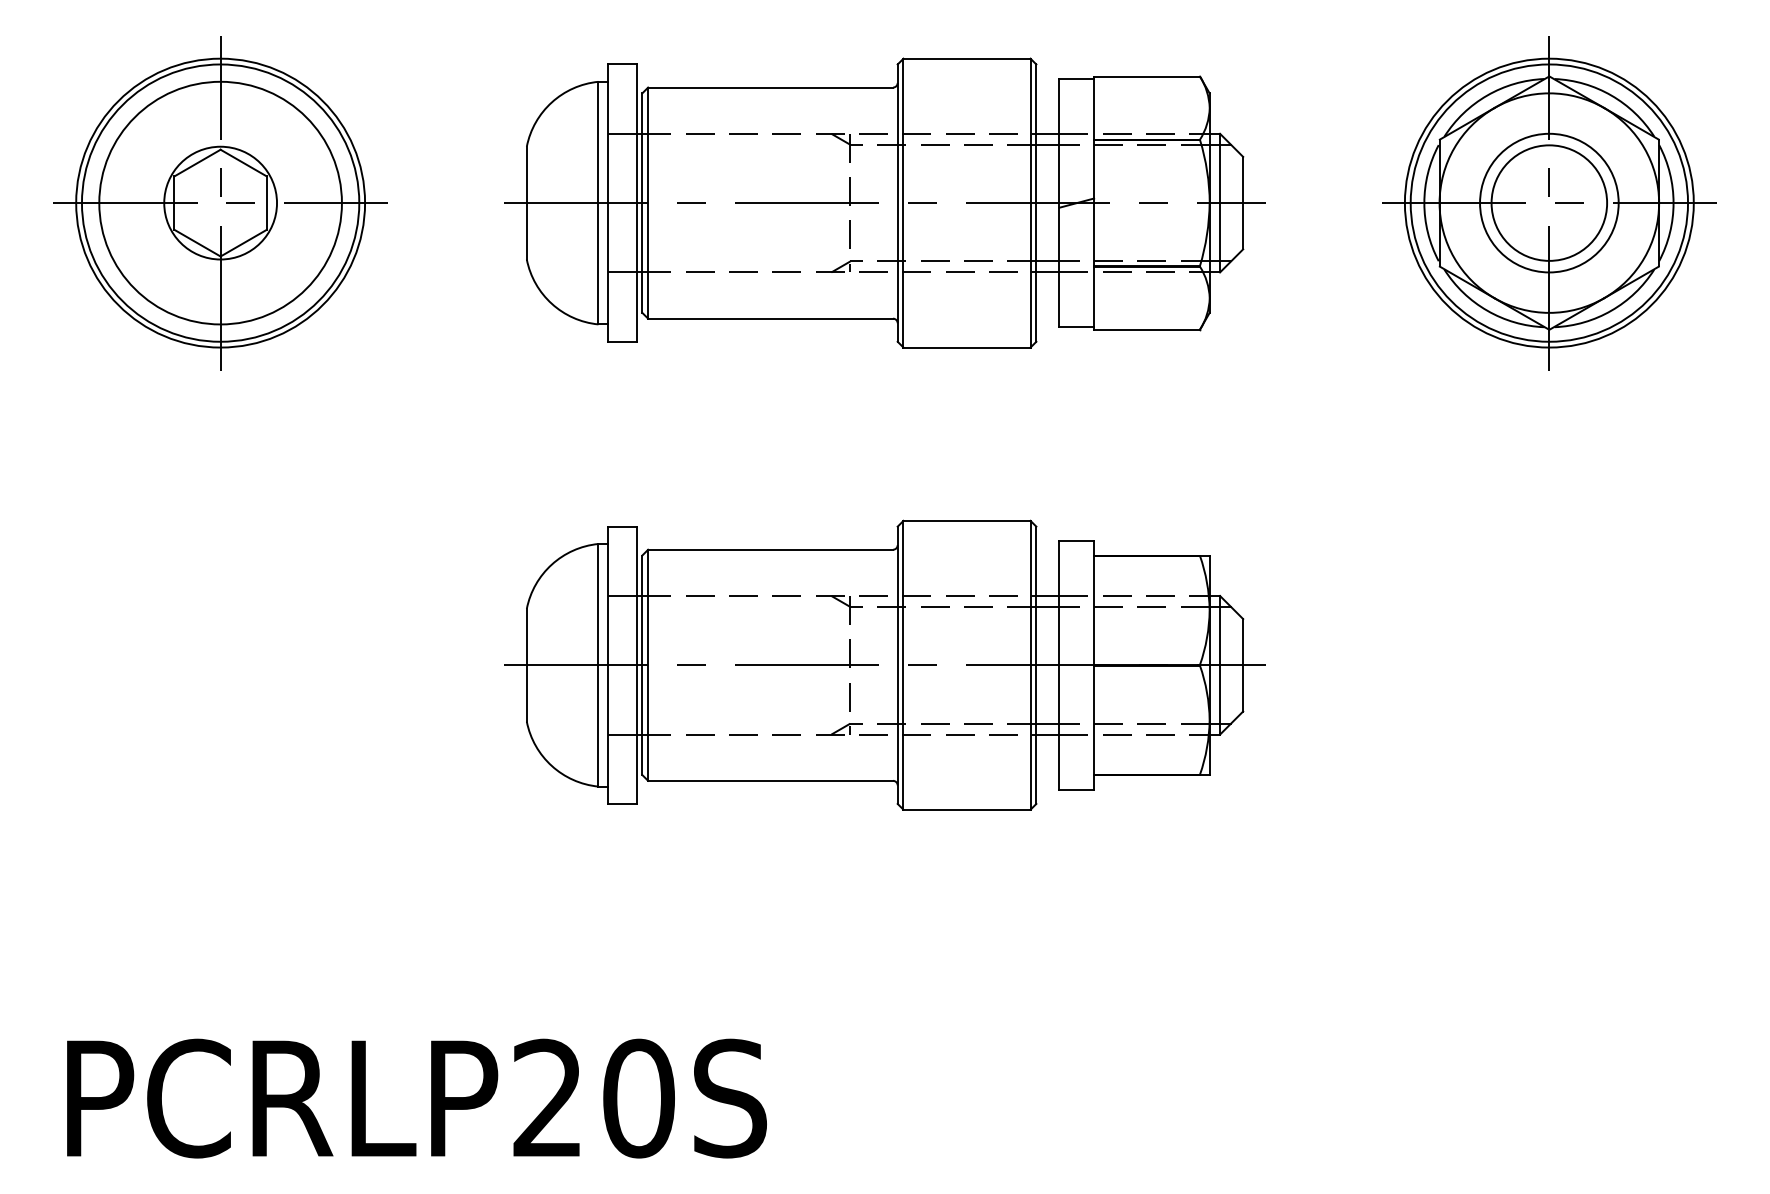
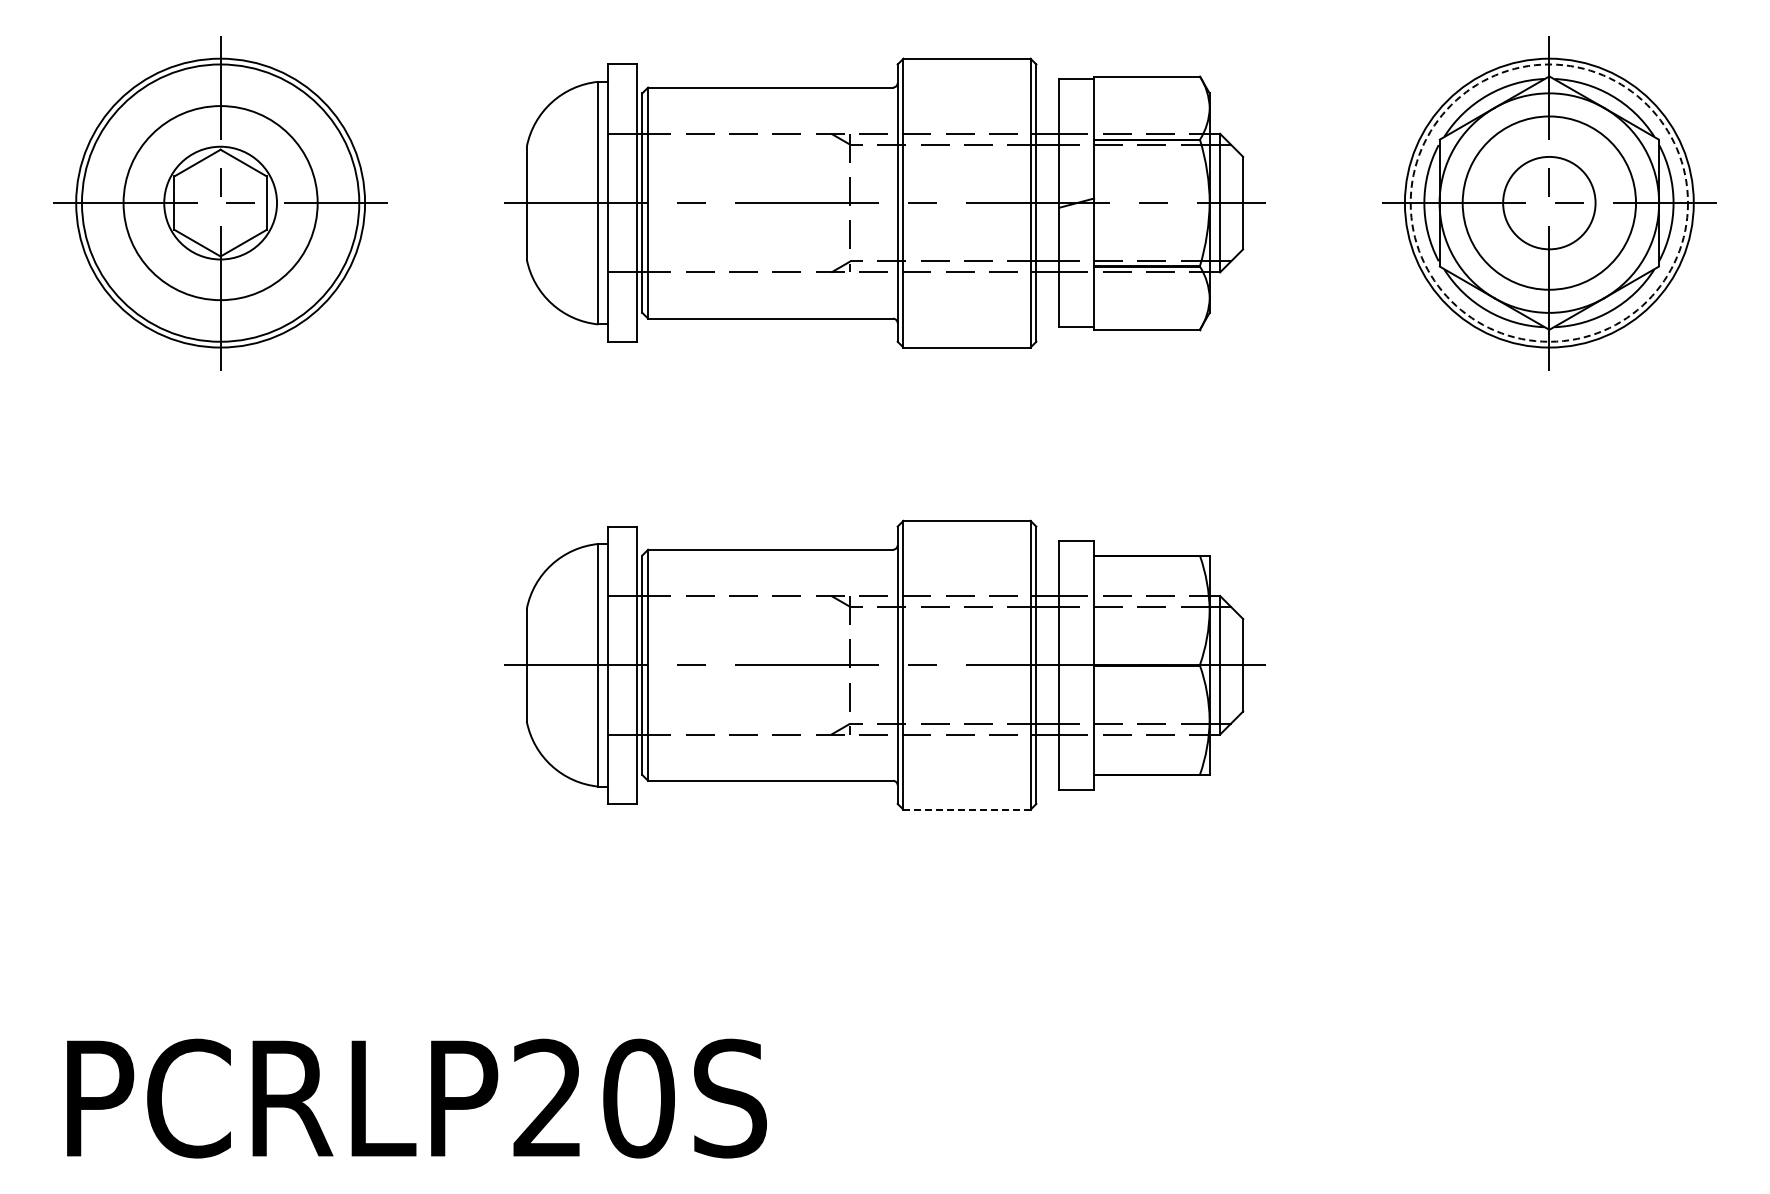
circle at (220, 202) diameter: 243 px -> 194 px
circle at (1549, 202) diameter: 116 px -> 92 px
circle at (1549, 202) diameter: 139 px -> 173 px
circle at (1549, 202): solid -> dashed
line at (967, 809): solid -> dashed
